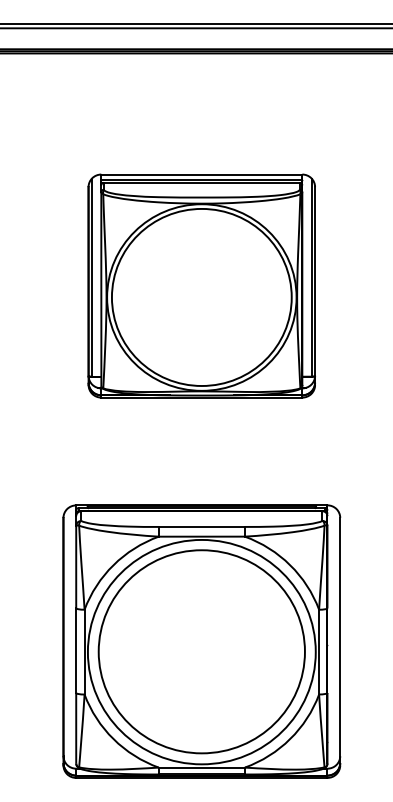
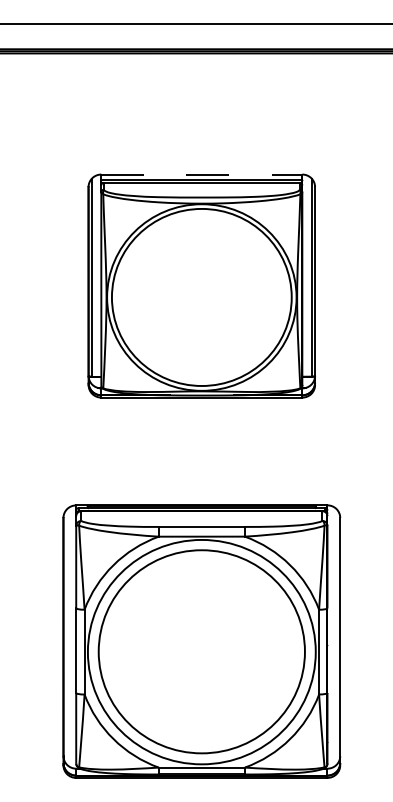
line at (195, 28): present -> none
line at (201, 174): solid -> dashed
